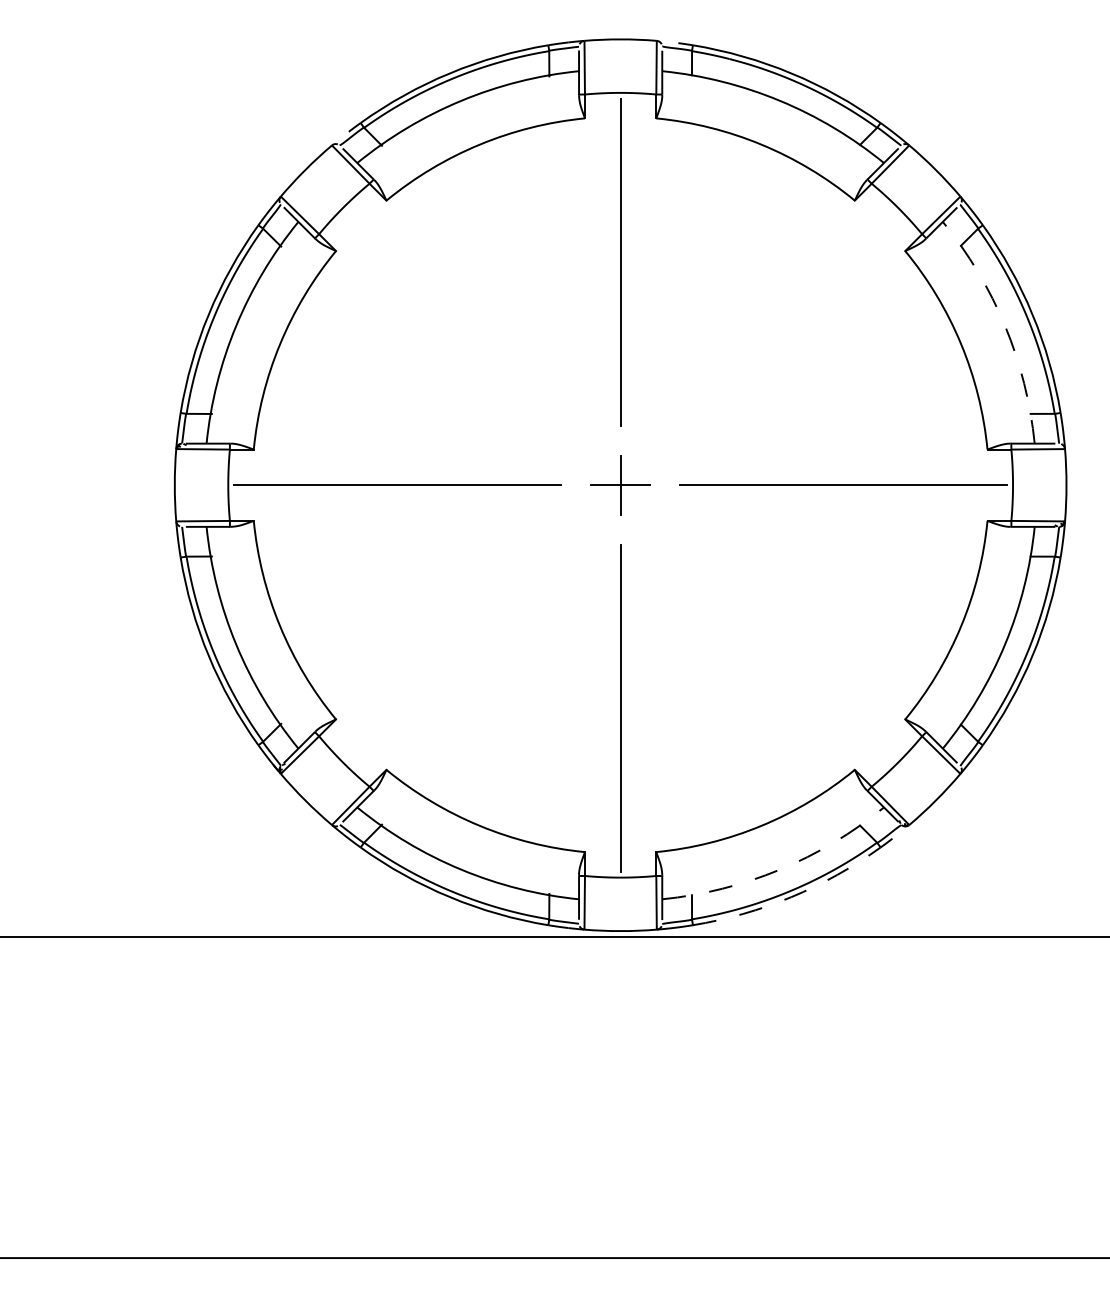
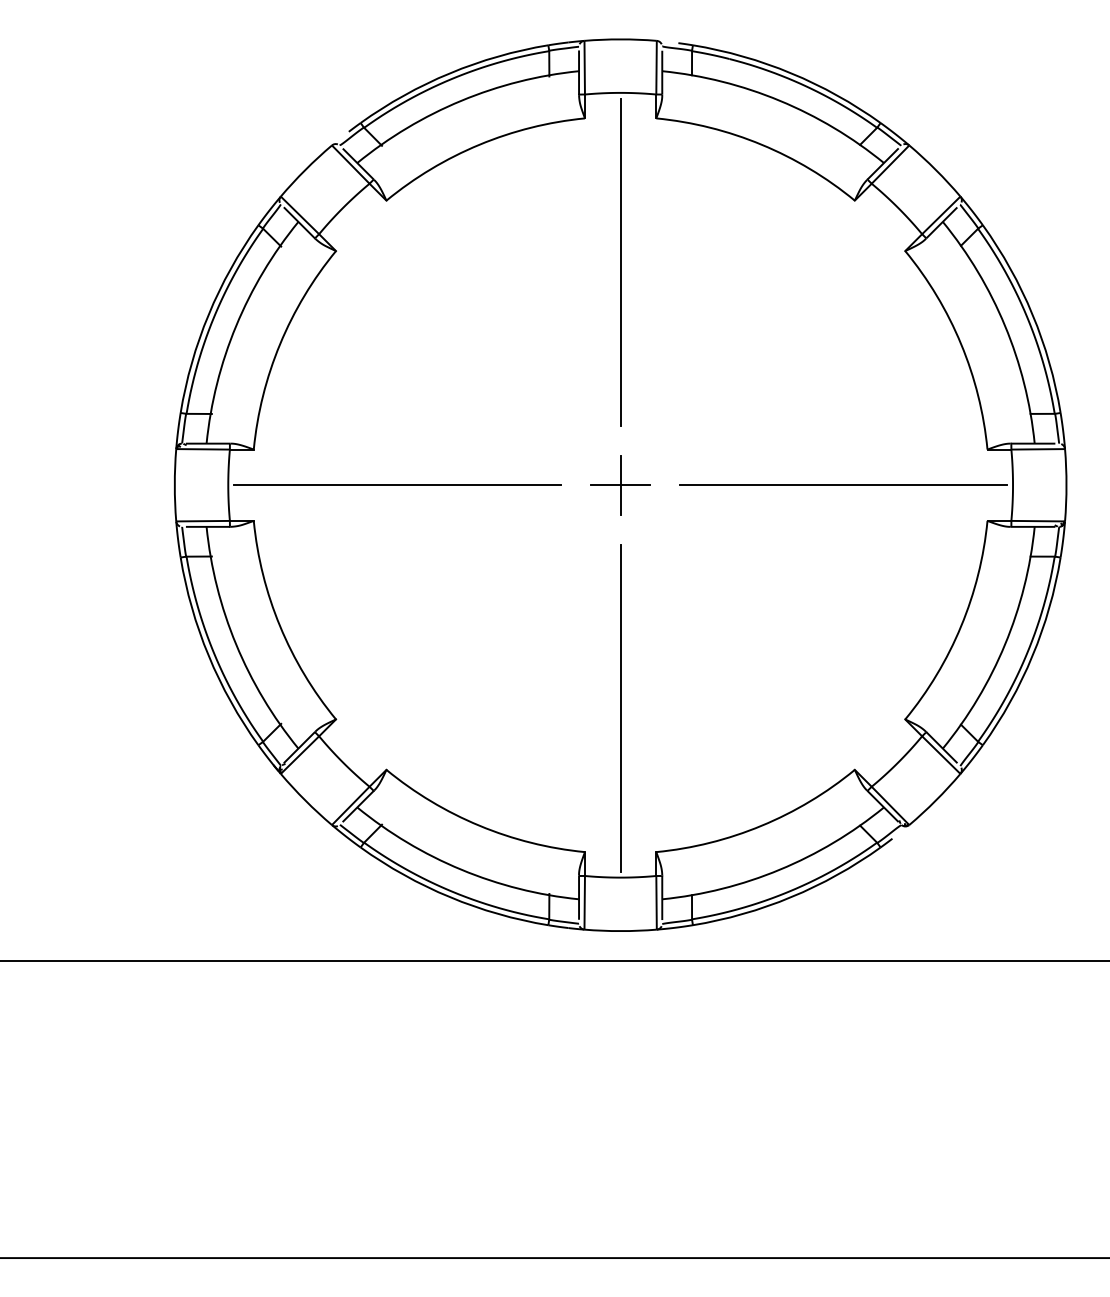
arc at (1005, 326): dashed -> solid
arc at (779, 869): dashed -> solid
arc at (791, 897): dashed -> solid
line at (554, 936) position: (554, 936) -> (554, 960)
